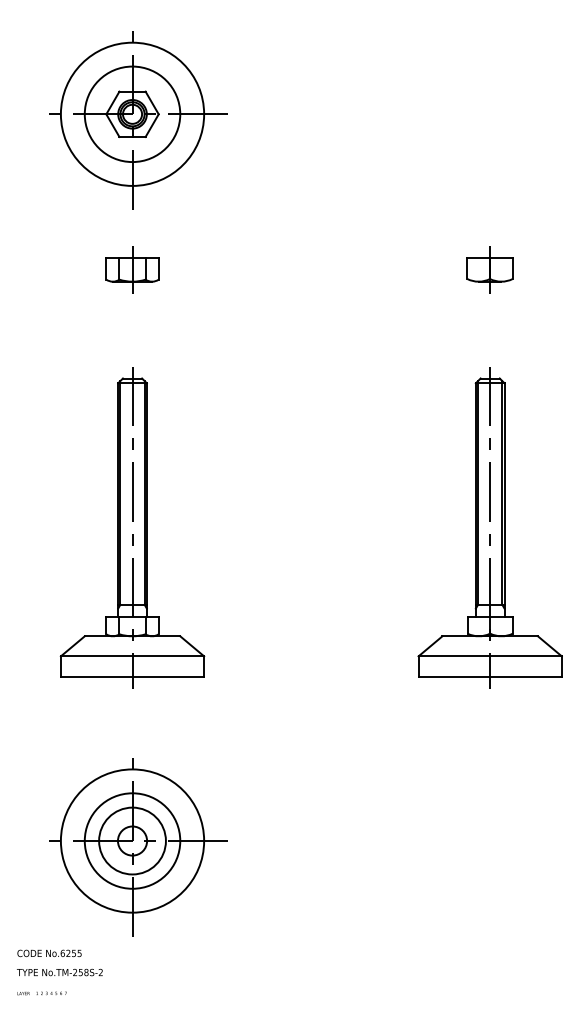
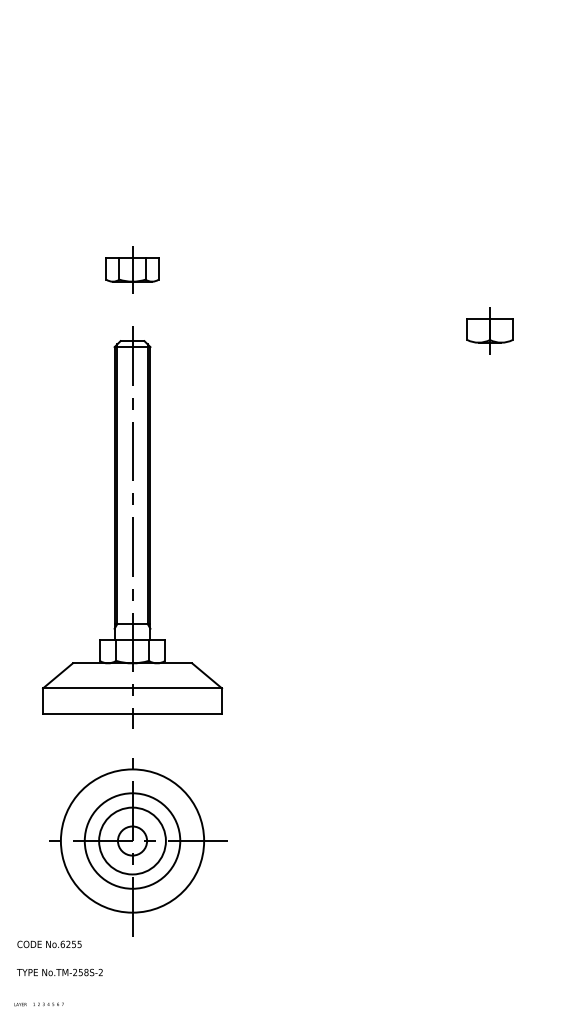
part at (138, 120): present -> none
part at (489, 269) position: (489, 269) -> (489, 330)
part at (132, 527) size: 147x322 px -> 182x403 px
part at (489, 527): present -> none
text at (49, 953) position: (49, 953) -> (49, 944)
text at (41, 993) position: (41, 993) -> (38, 1004)
